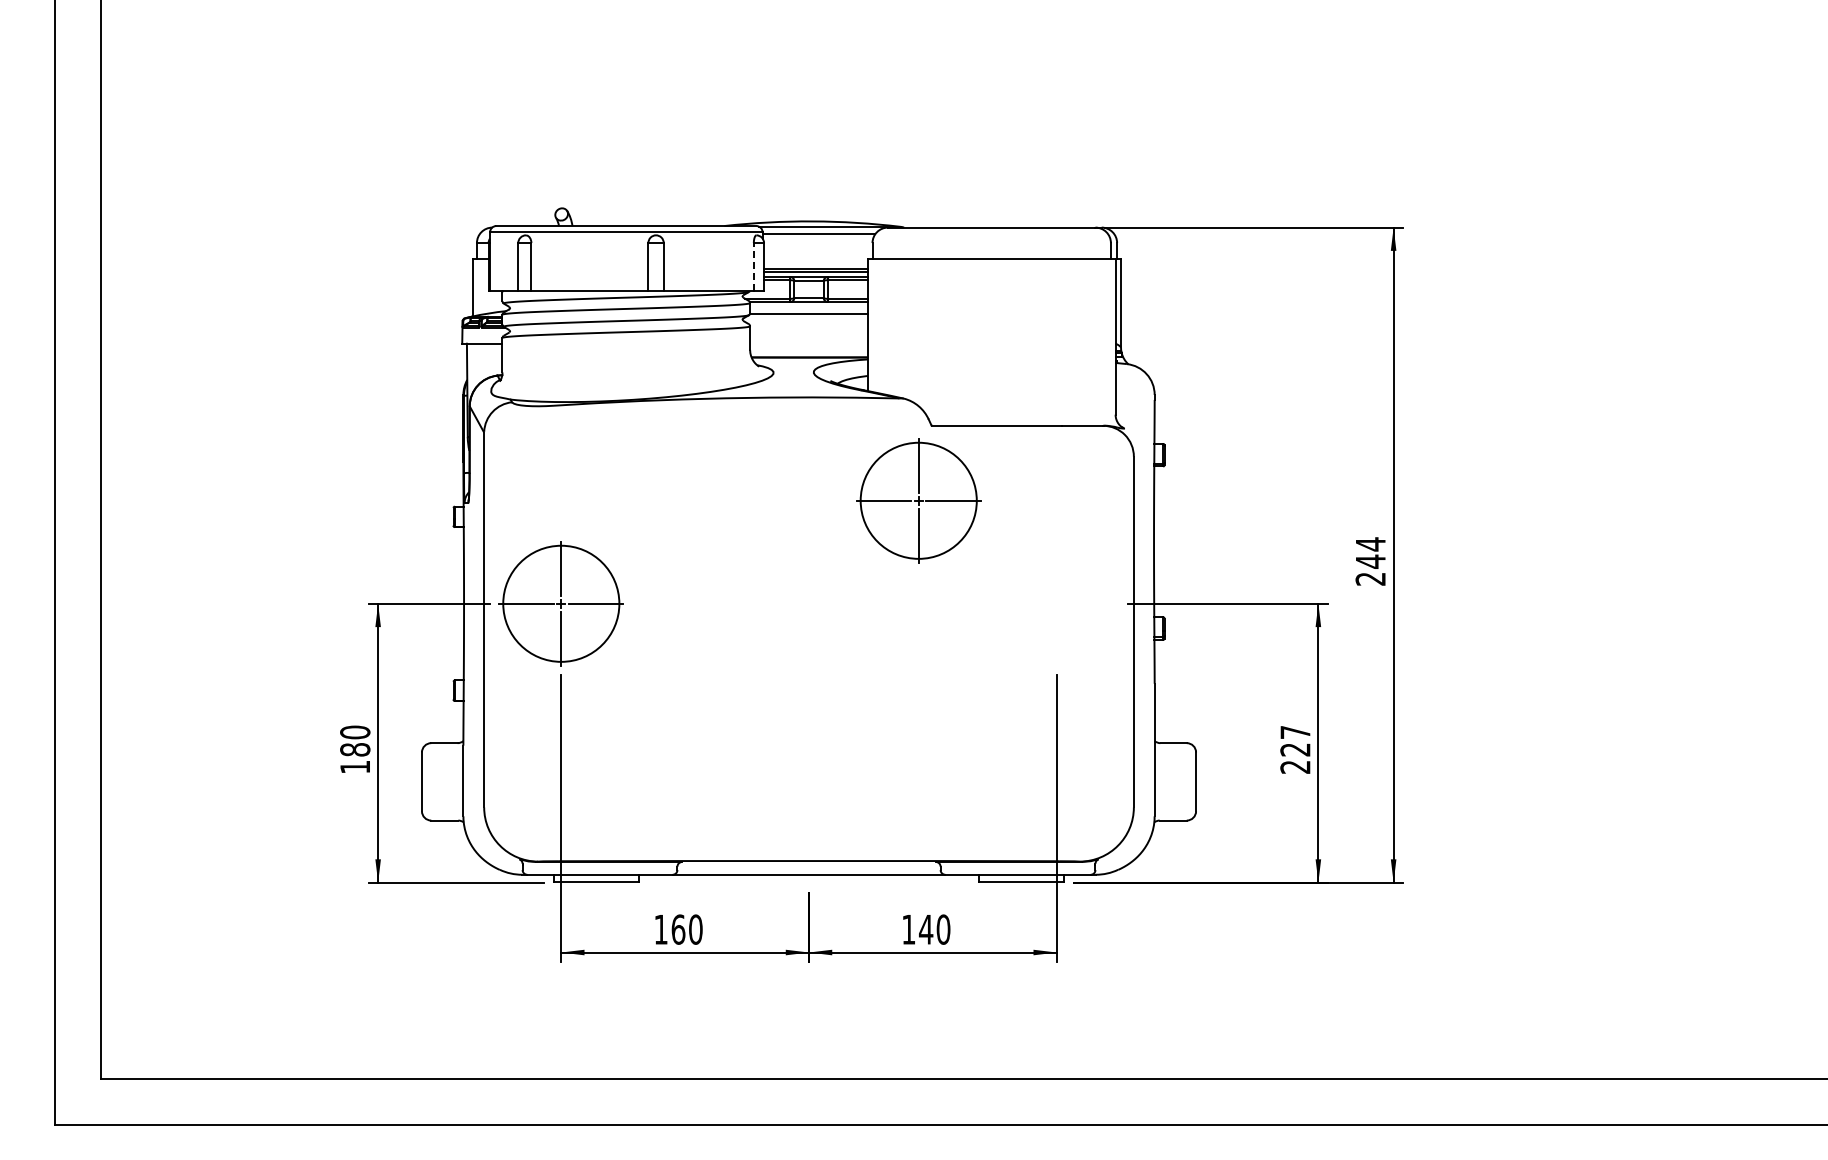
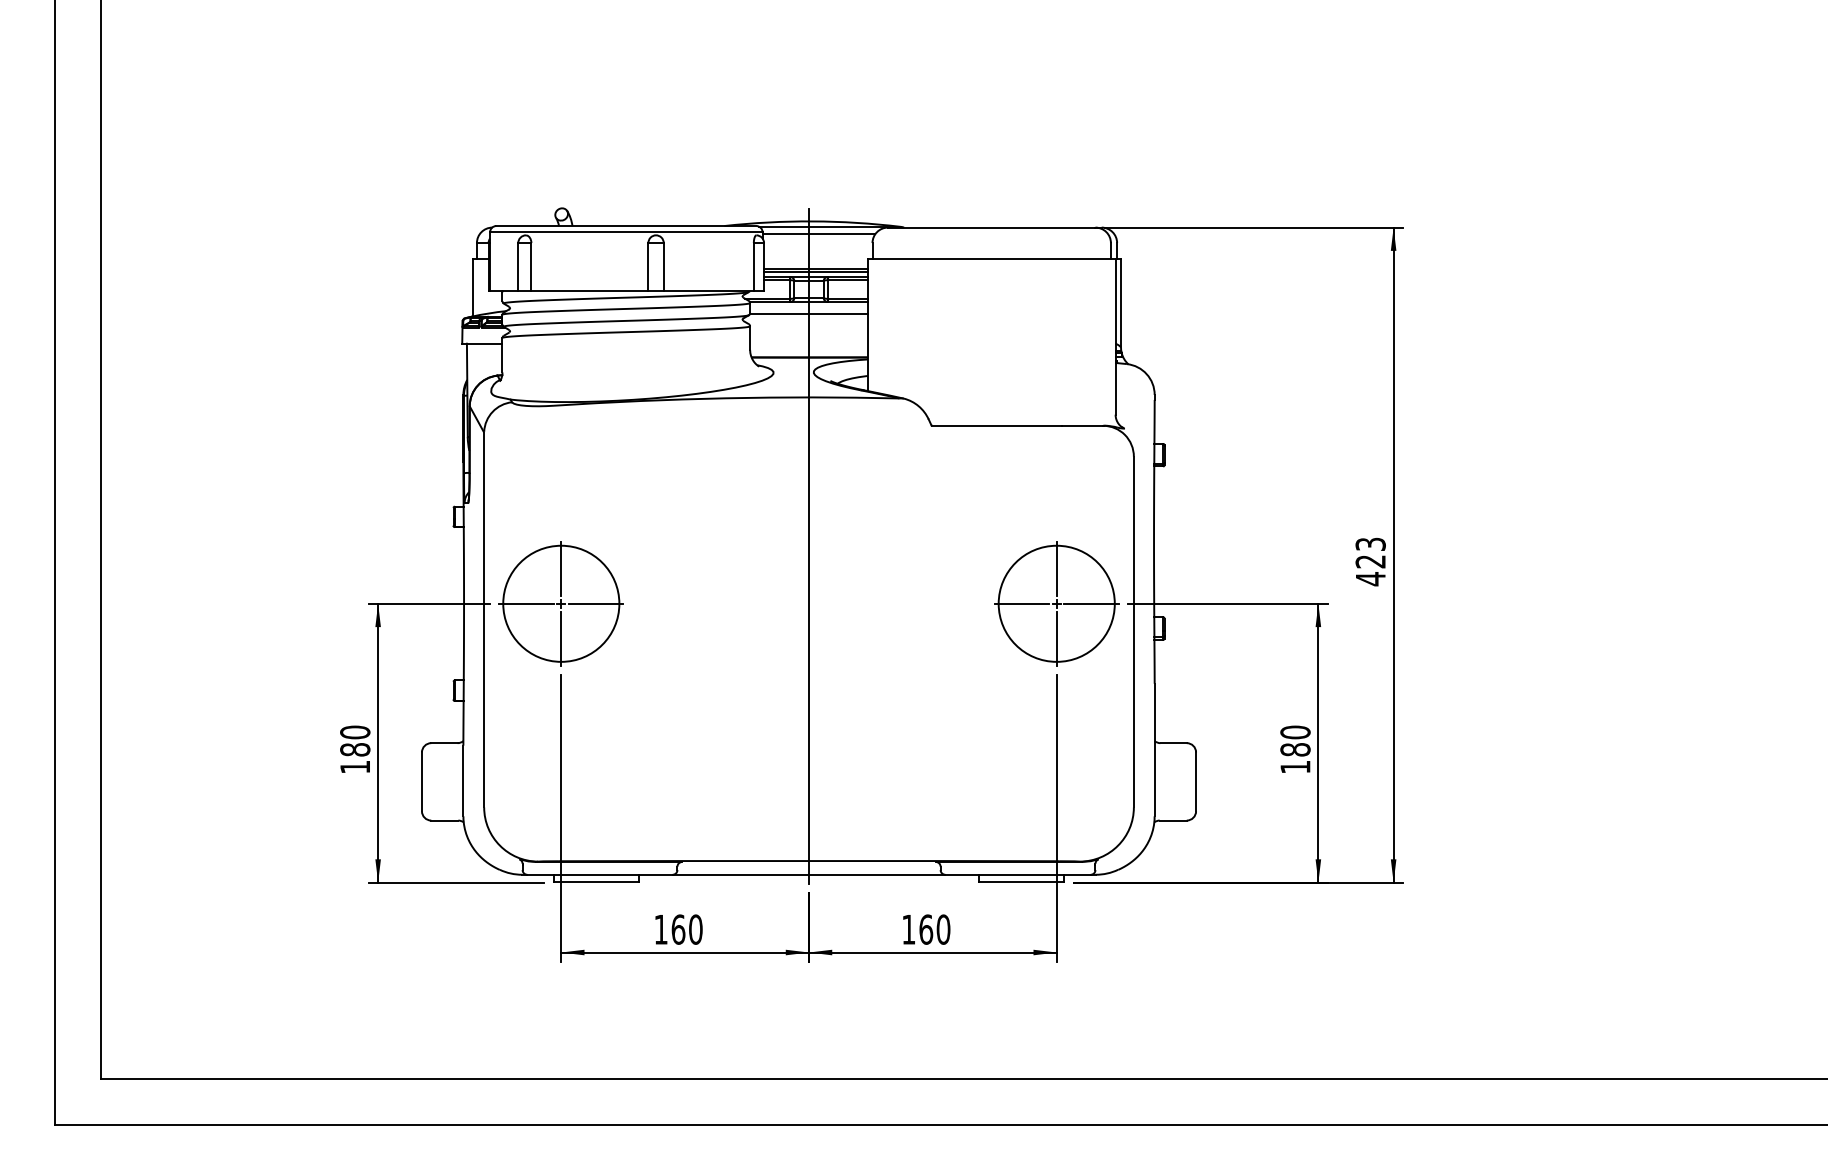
line at (753, 267): dashed -> solid
part at (918, 500) position: (918, 500) -> (1056, 603)
line at (809, 546): none -> present
text at (1370, 561): 244 -> 423
text at (1295, 749): 227 -> 180
text at (926, 929): 140 -> 160
